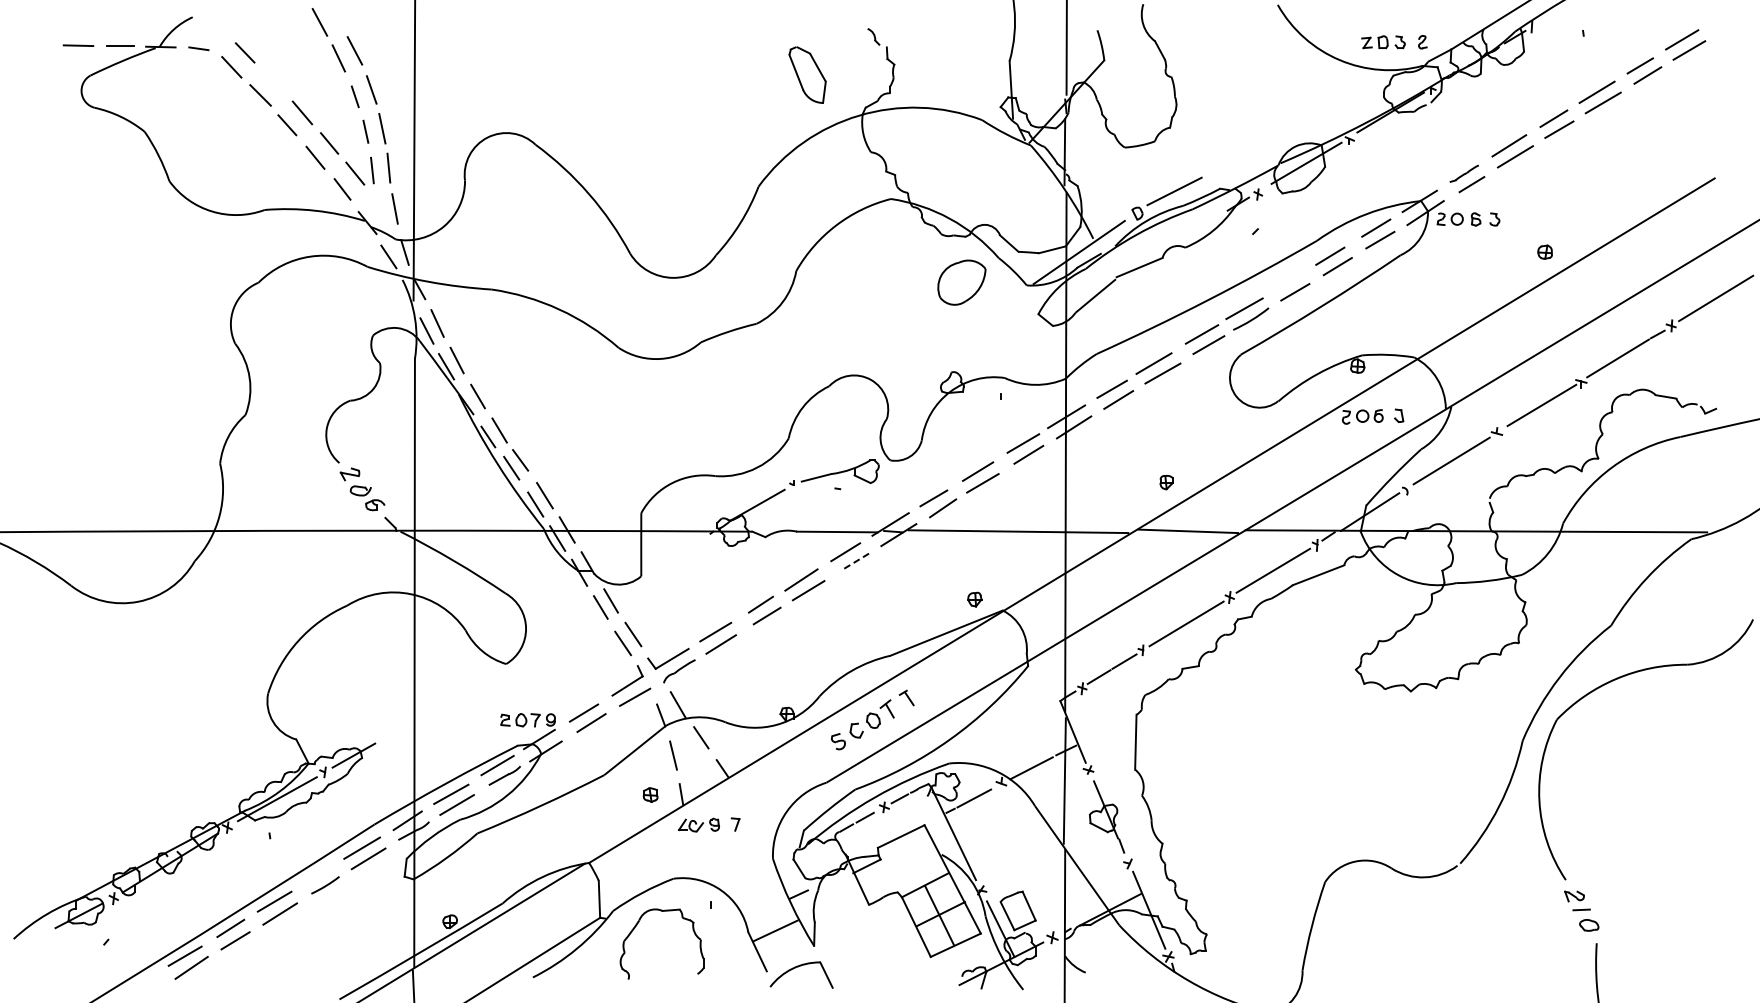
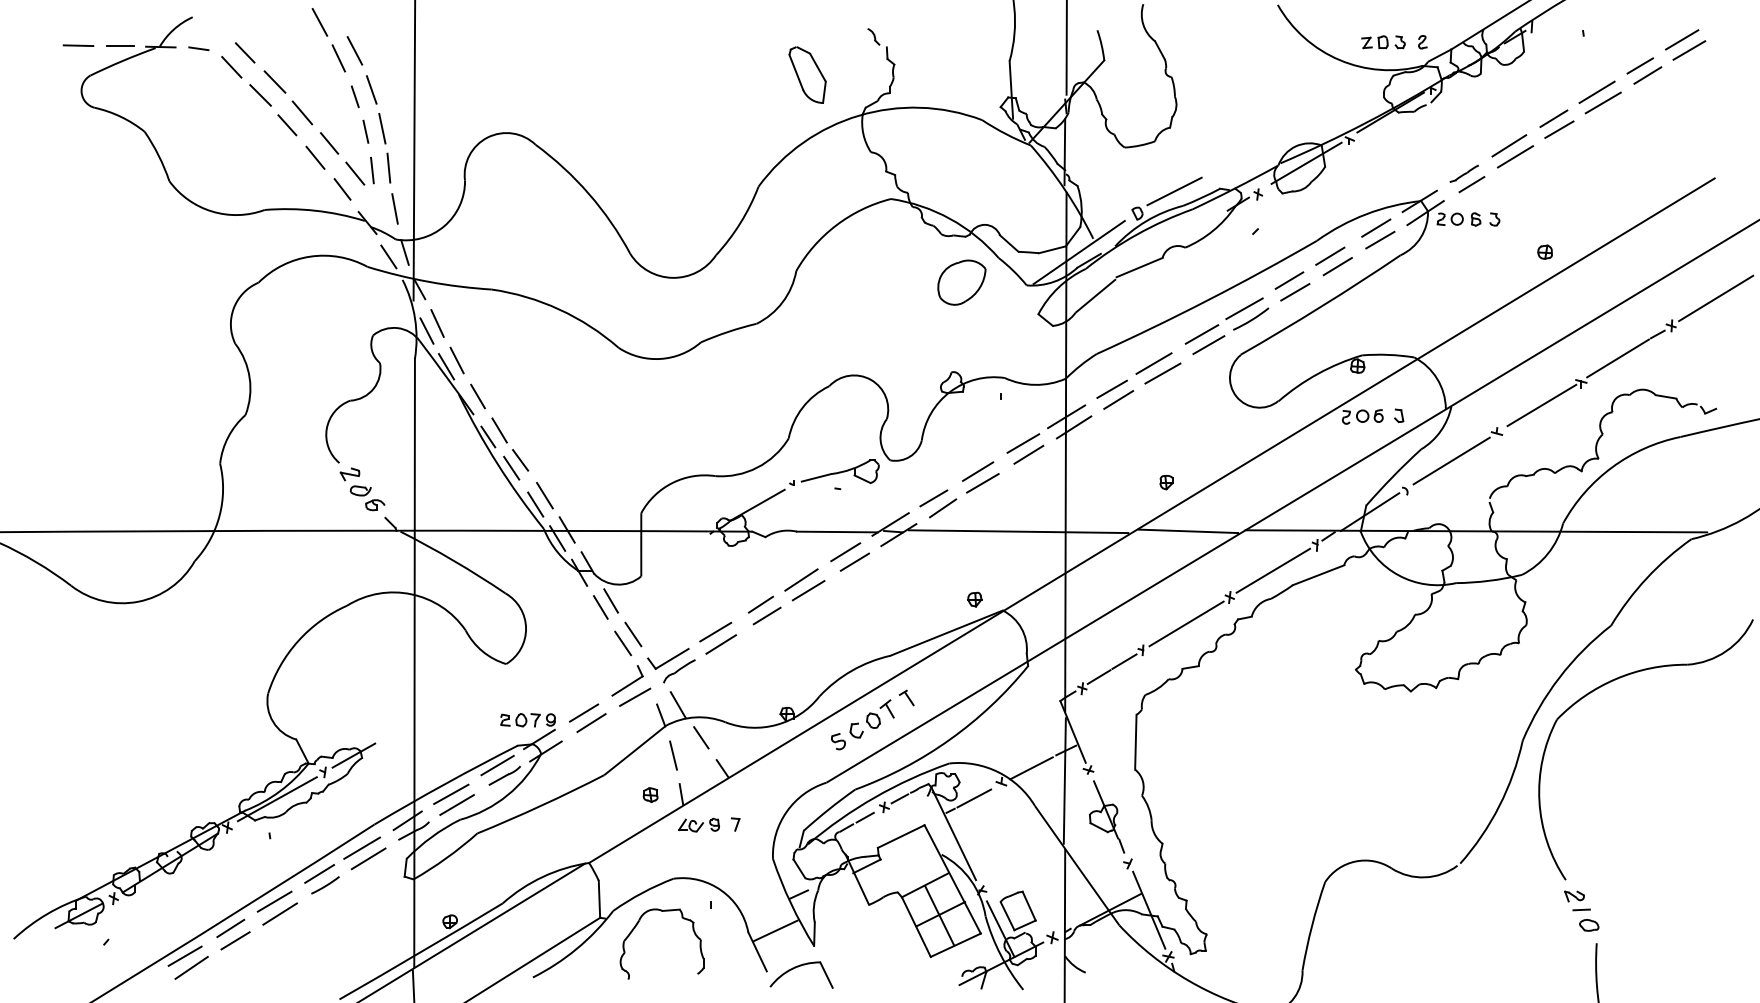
line at (274, 81): none -> present
line at (1289, 280): none -> present
line at (854, 562): dashed -> solid
line at (319, 873): none -> present
